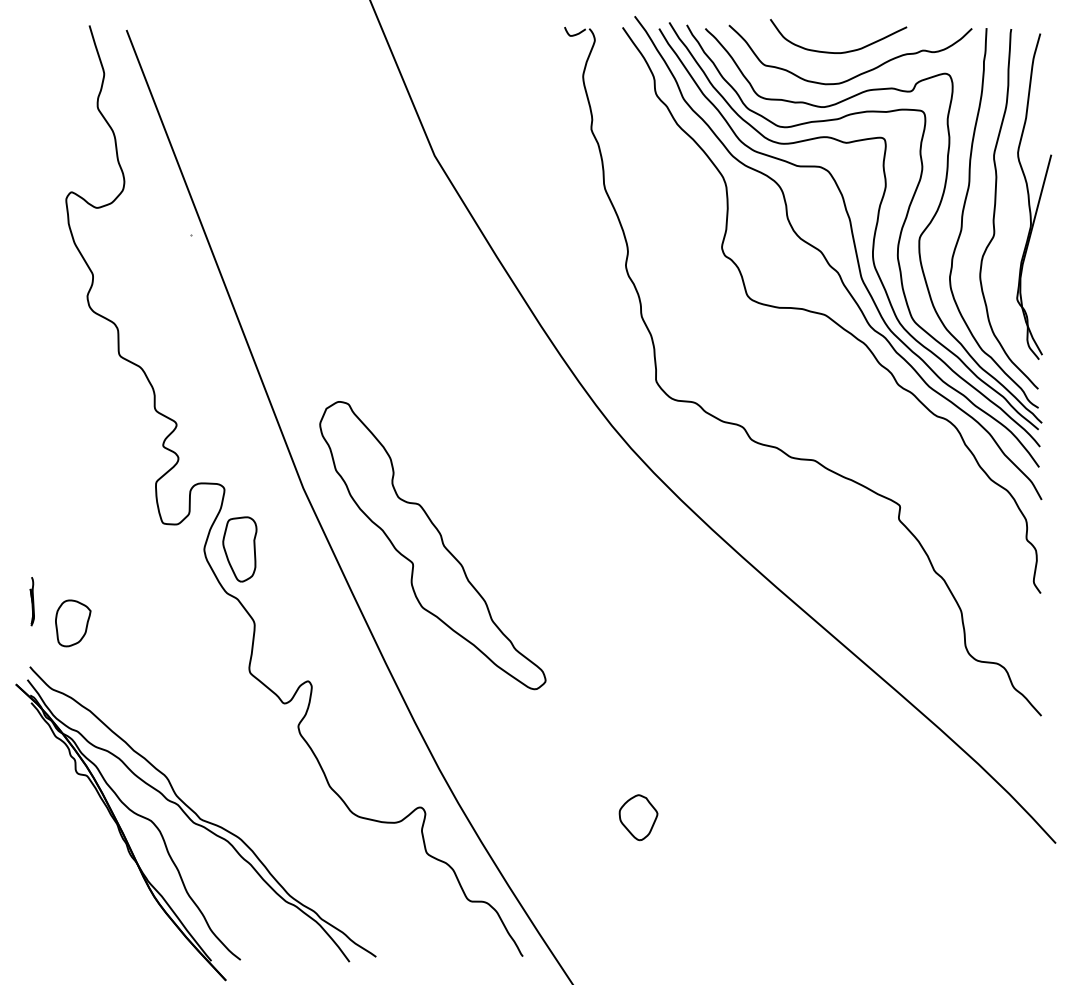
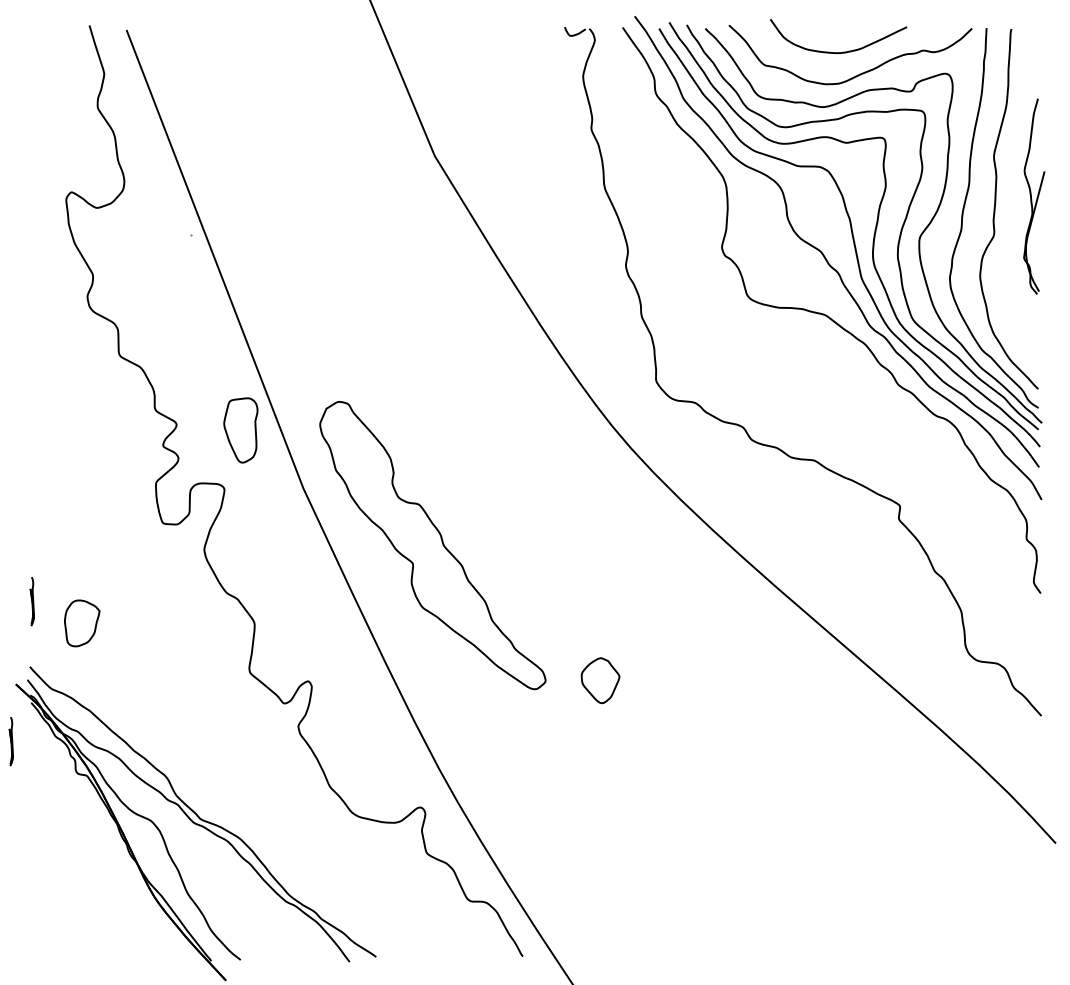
part at (1034, 196) size: 37x327 px -> 23x197 px
part at (239, 549) position: (239, 549) -> (240, 430)
part at (73, 623) position: (73, 623) -> (82, 623)
part at (10, 741): none -> present
part at (638, 817) position: (638, 817) -> (600, 680)
